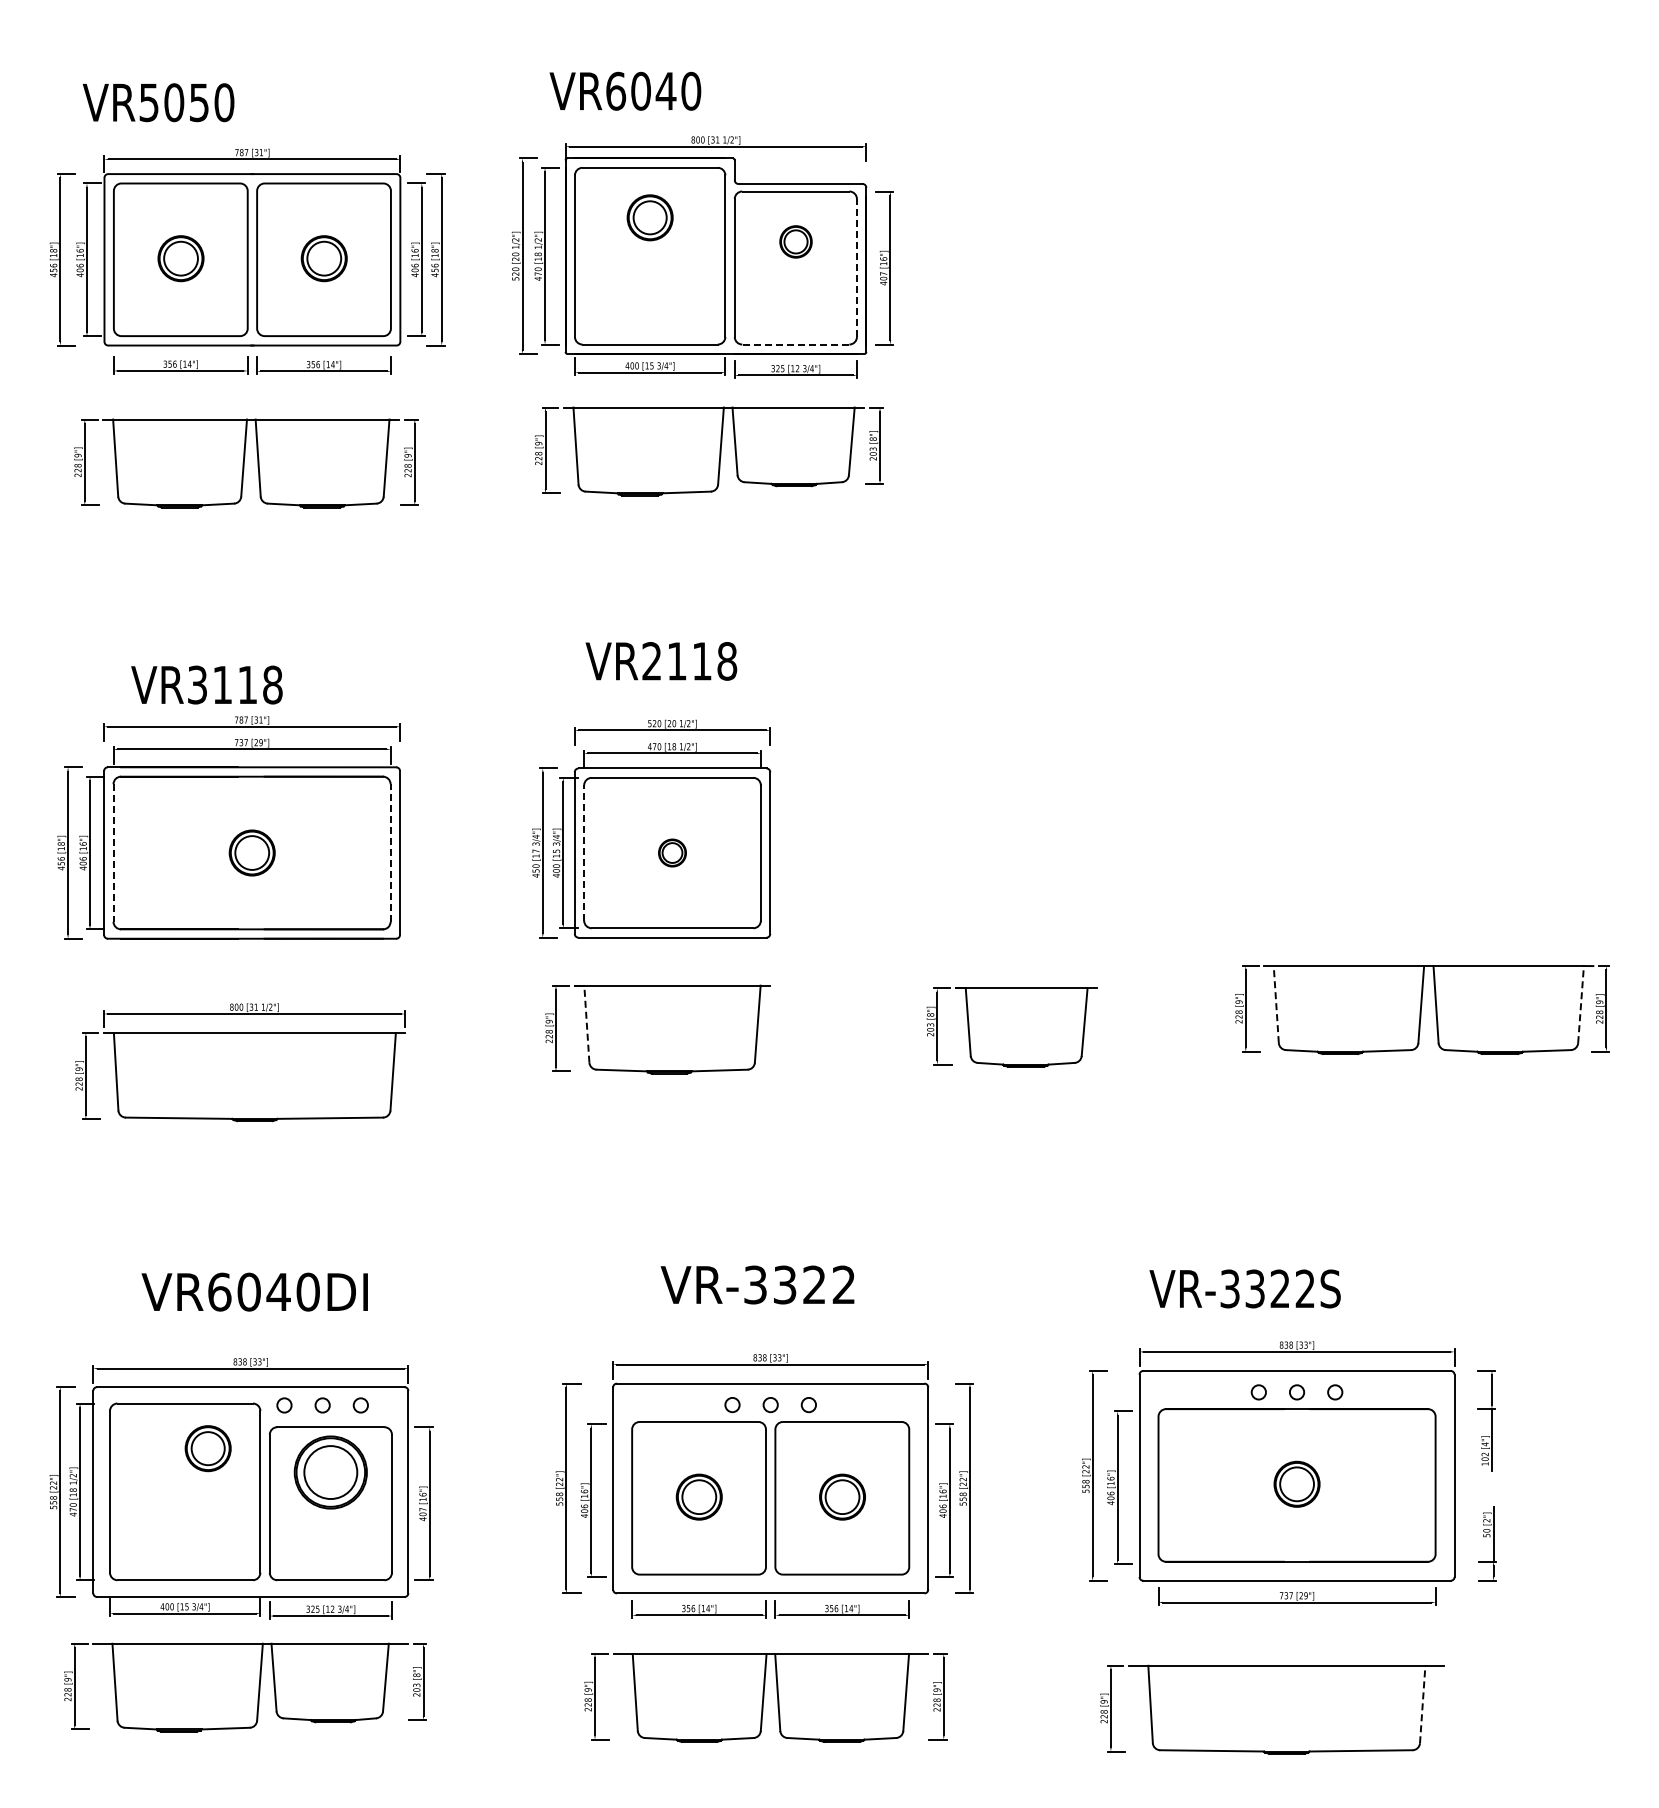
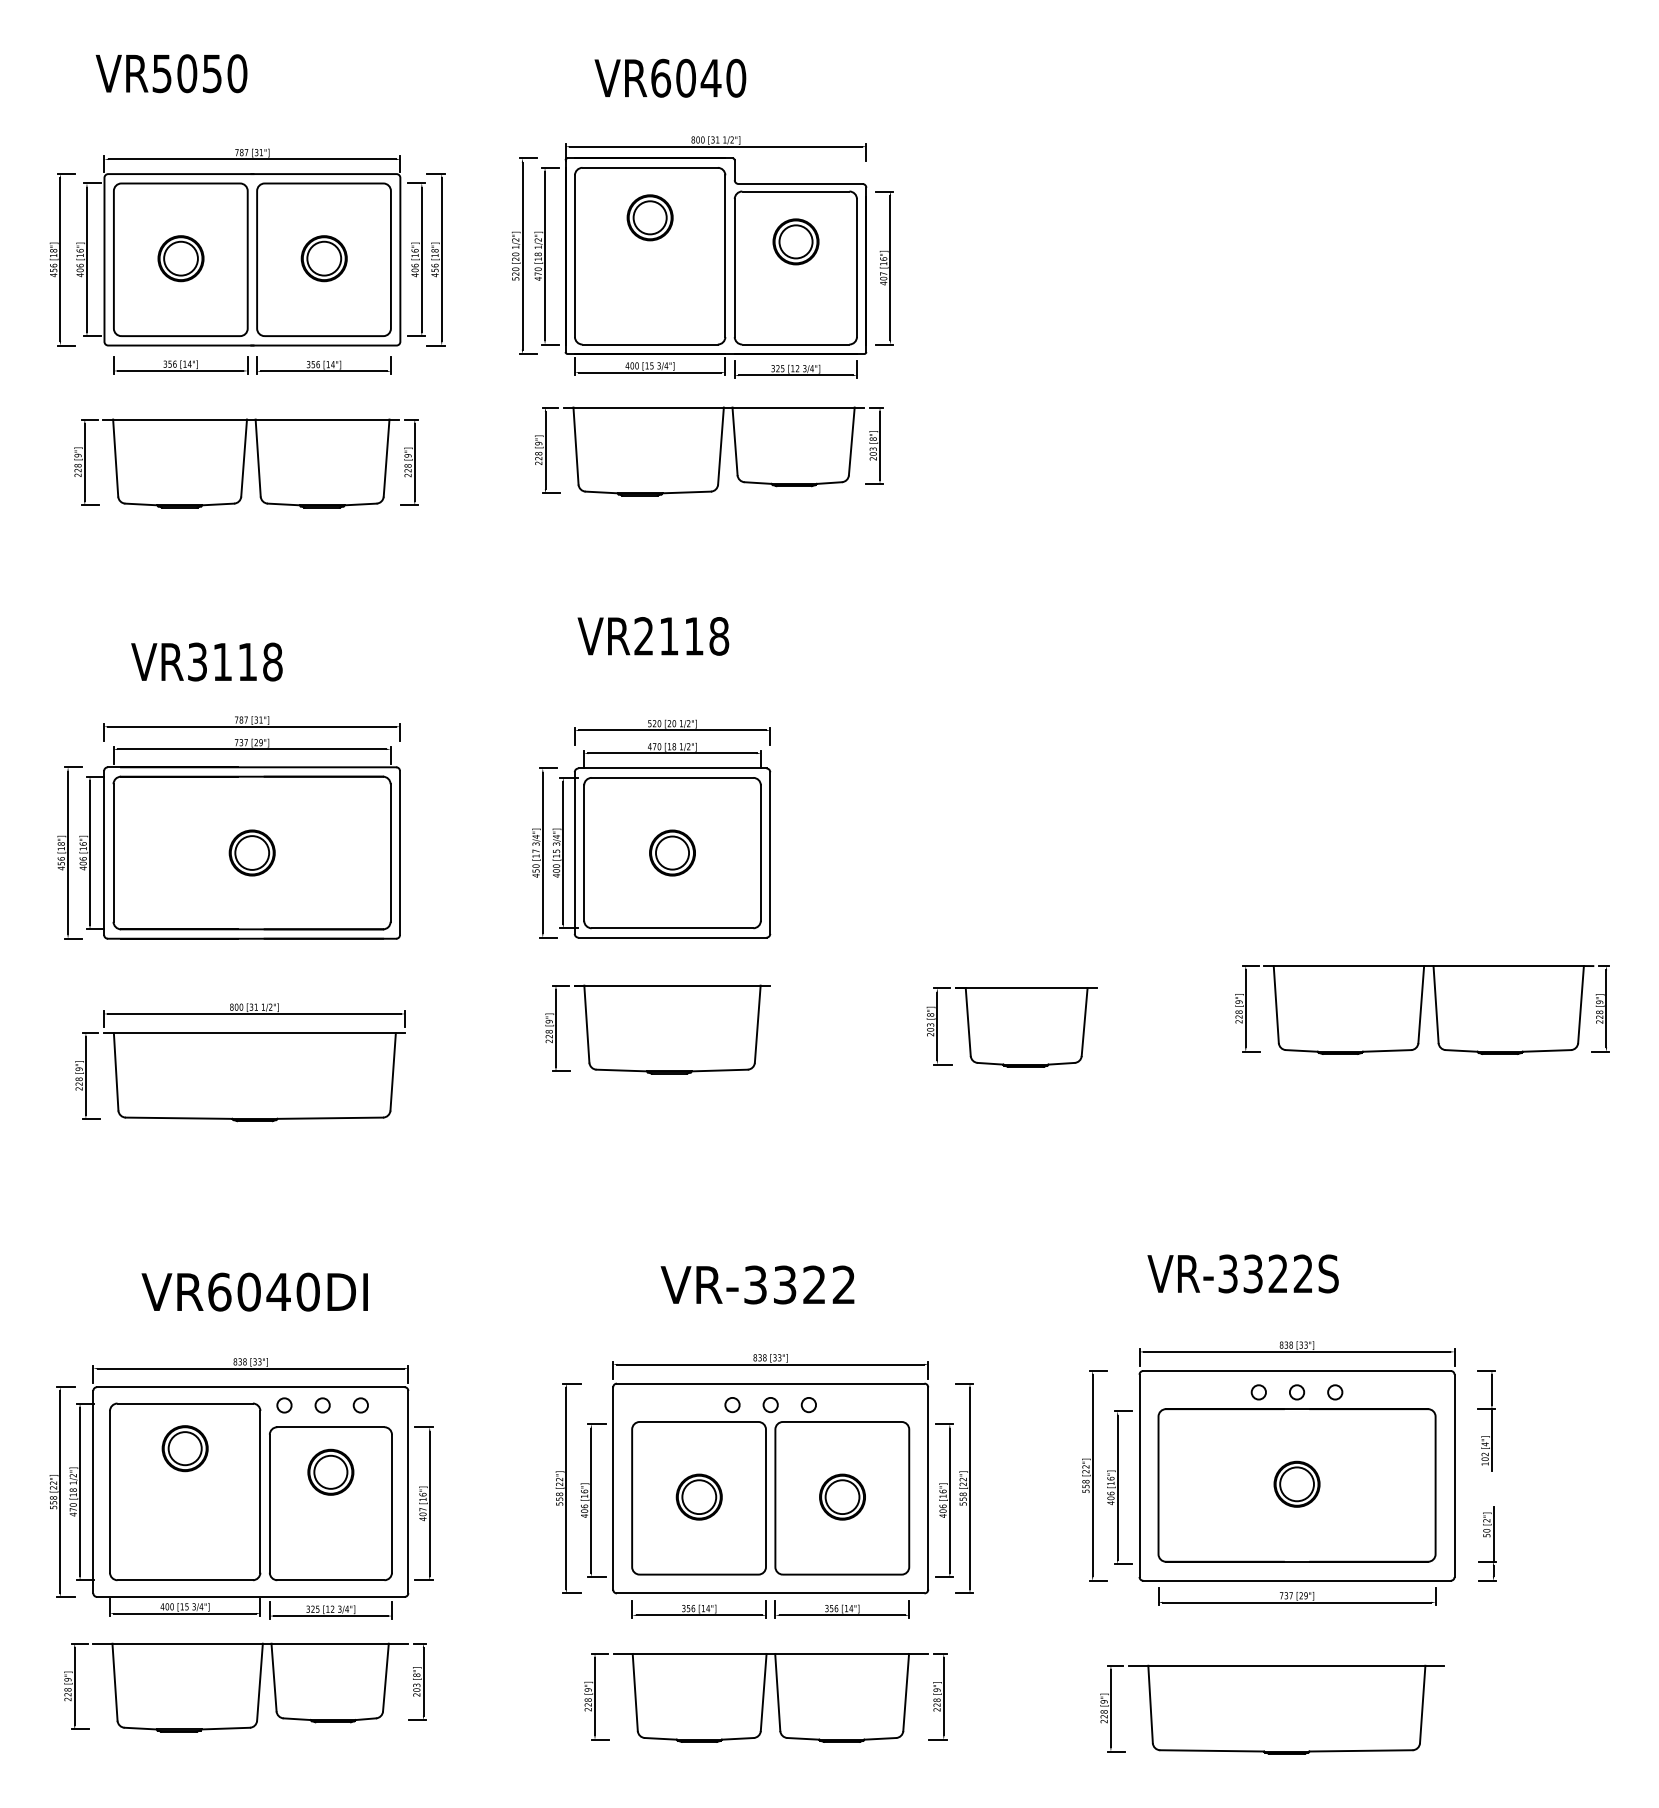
text at (625, 90) position: (625, 90) -> (670, 77)
text at (158, 102) position: (158, 102) -> (171, 73)
part at (795, 241) size: 34x34 px -> 48x48 px
line at (856, 268): dashed -> solid
line at (796, 344): dashed -> solid
text at (661, 661) position: (661, 661) -> (653, 636)
text at (206, 684) position: (206, 684) -> (206, 661)
part at (672, 852) size: 29x30 px -> 47x48 px
line at (113, 853): dashed -> solid
line at (390, 853): dashed -> solid
line at (584, 853): dashed -> solid
line at (1276, 1004): dashed -> solid
line at (1581, 1004): dashed -> solid
line at (586, 1024): dashed -> solid
text at (1244, 1288) position: (1244, 1288) -> (1242, 1273)
part at (207, 1448) position: (207, 1448) -> (184, 1448)
part at (330, 1472) size: 75x75 px -> 48x48 px
line at (1422, 1704): dashed -> solid
